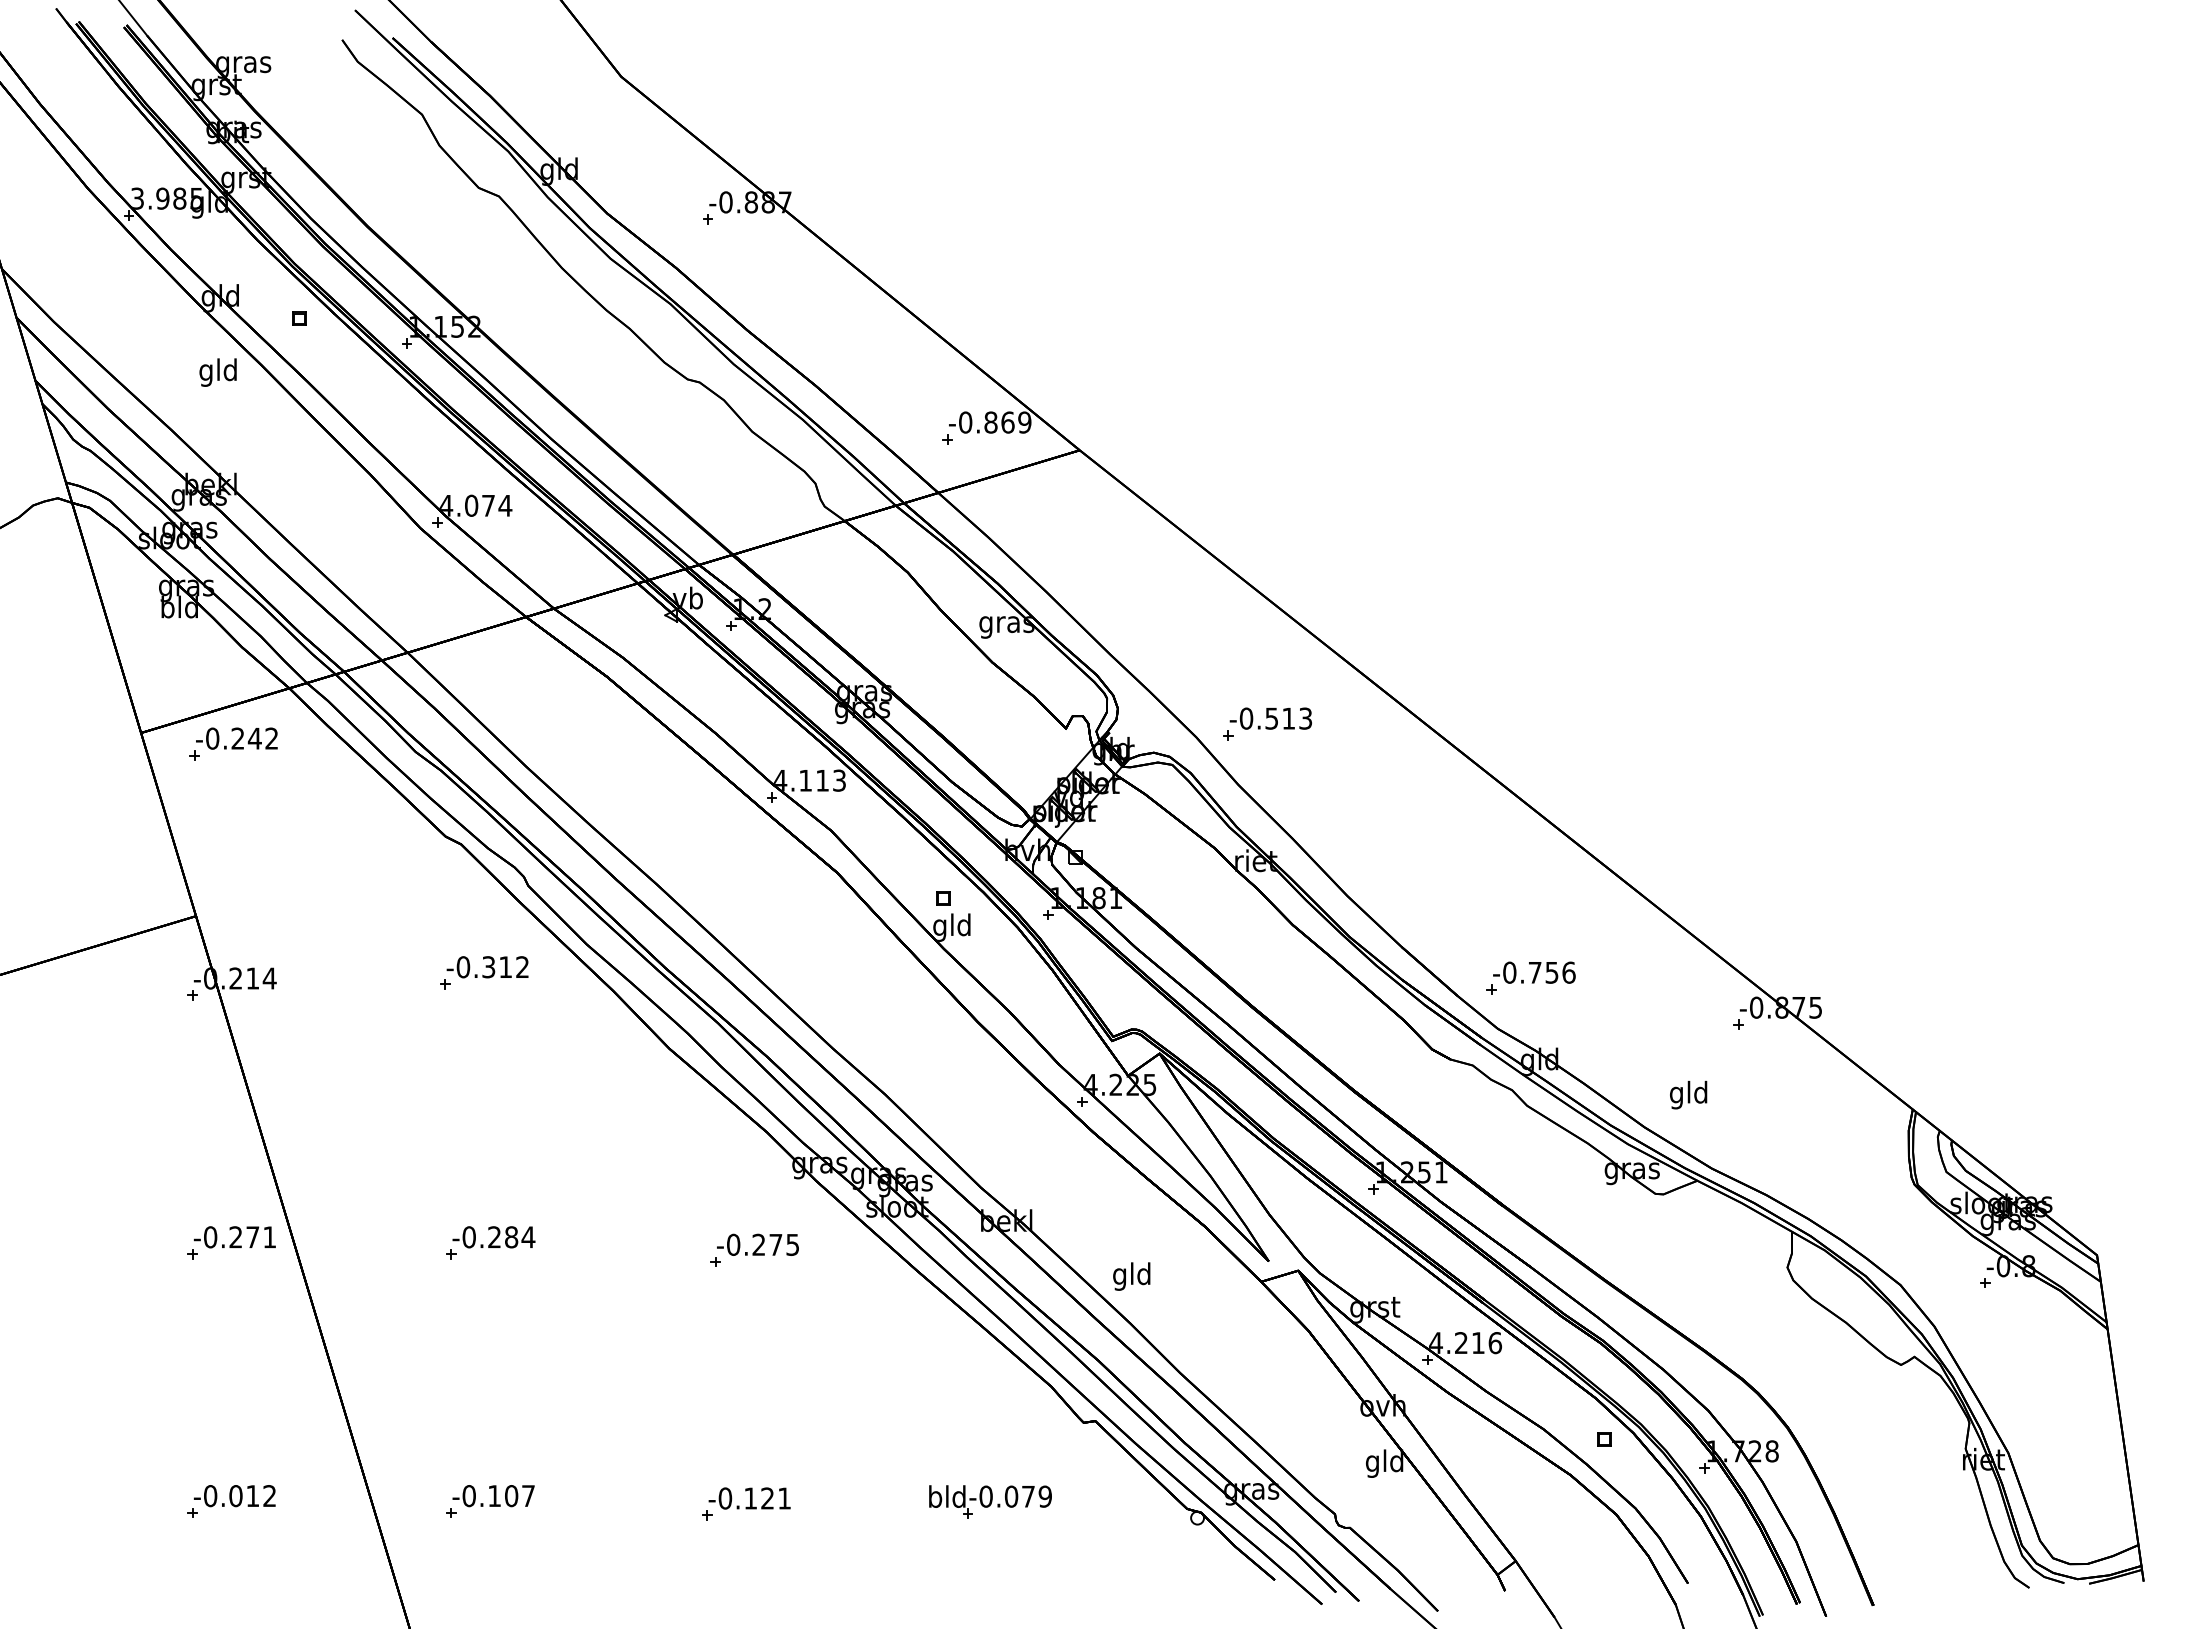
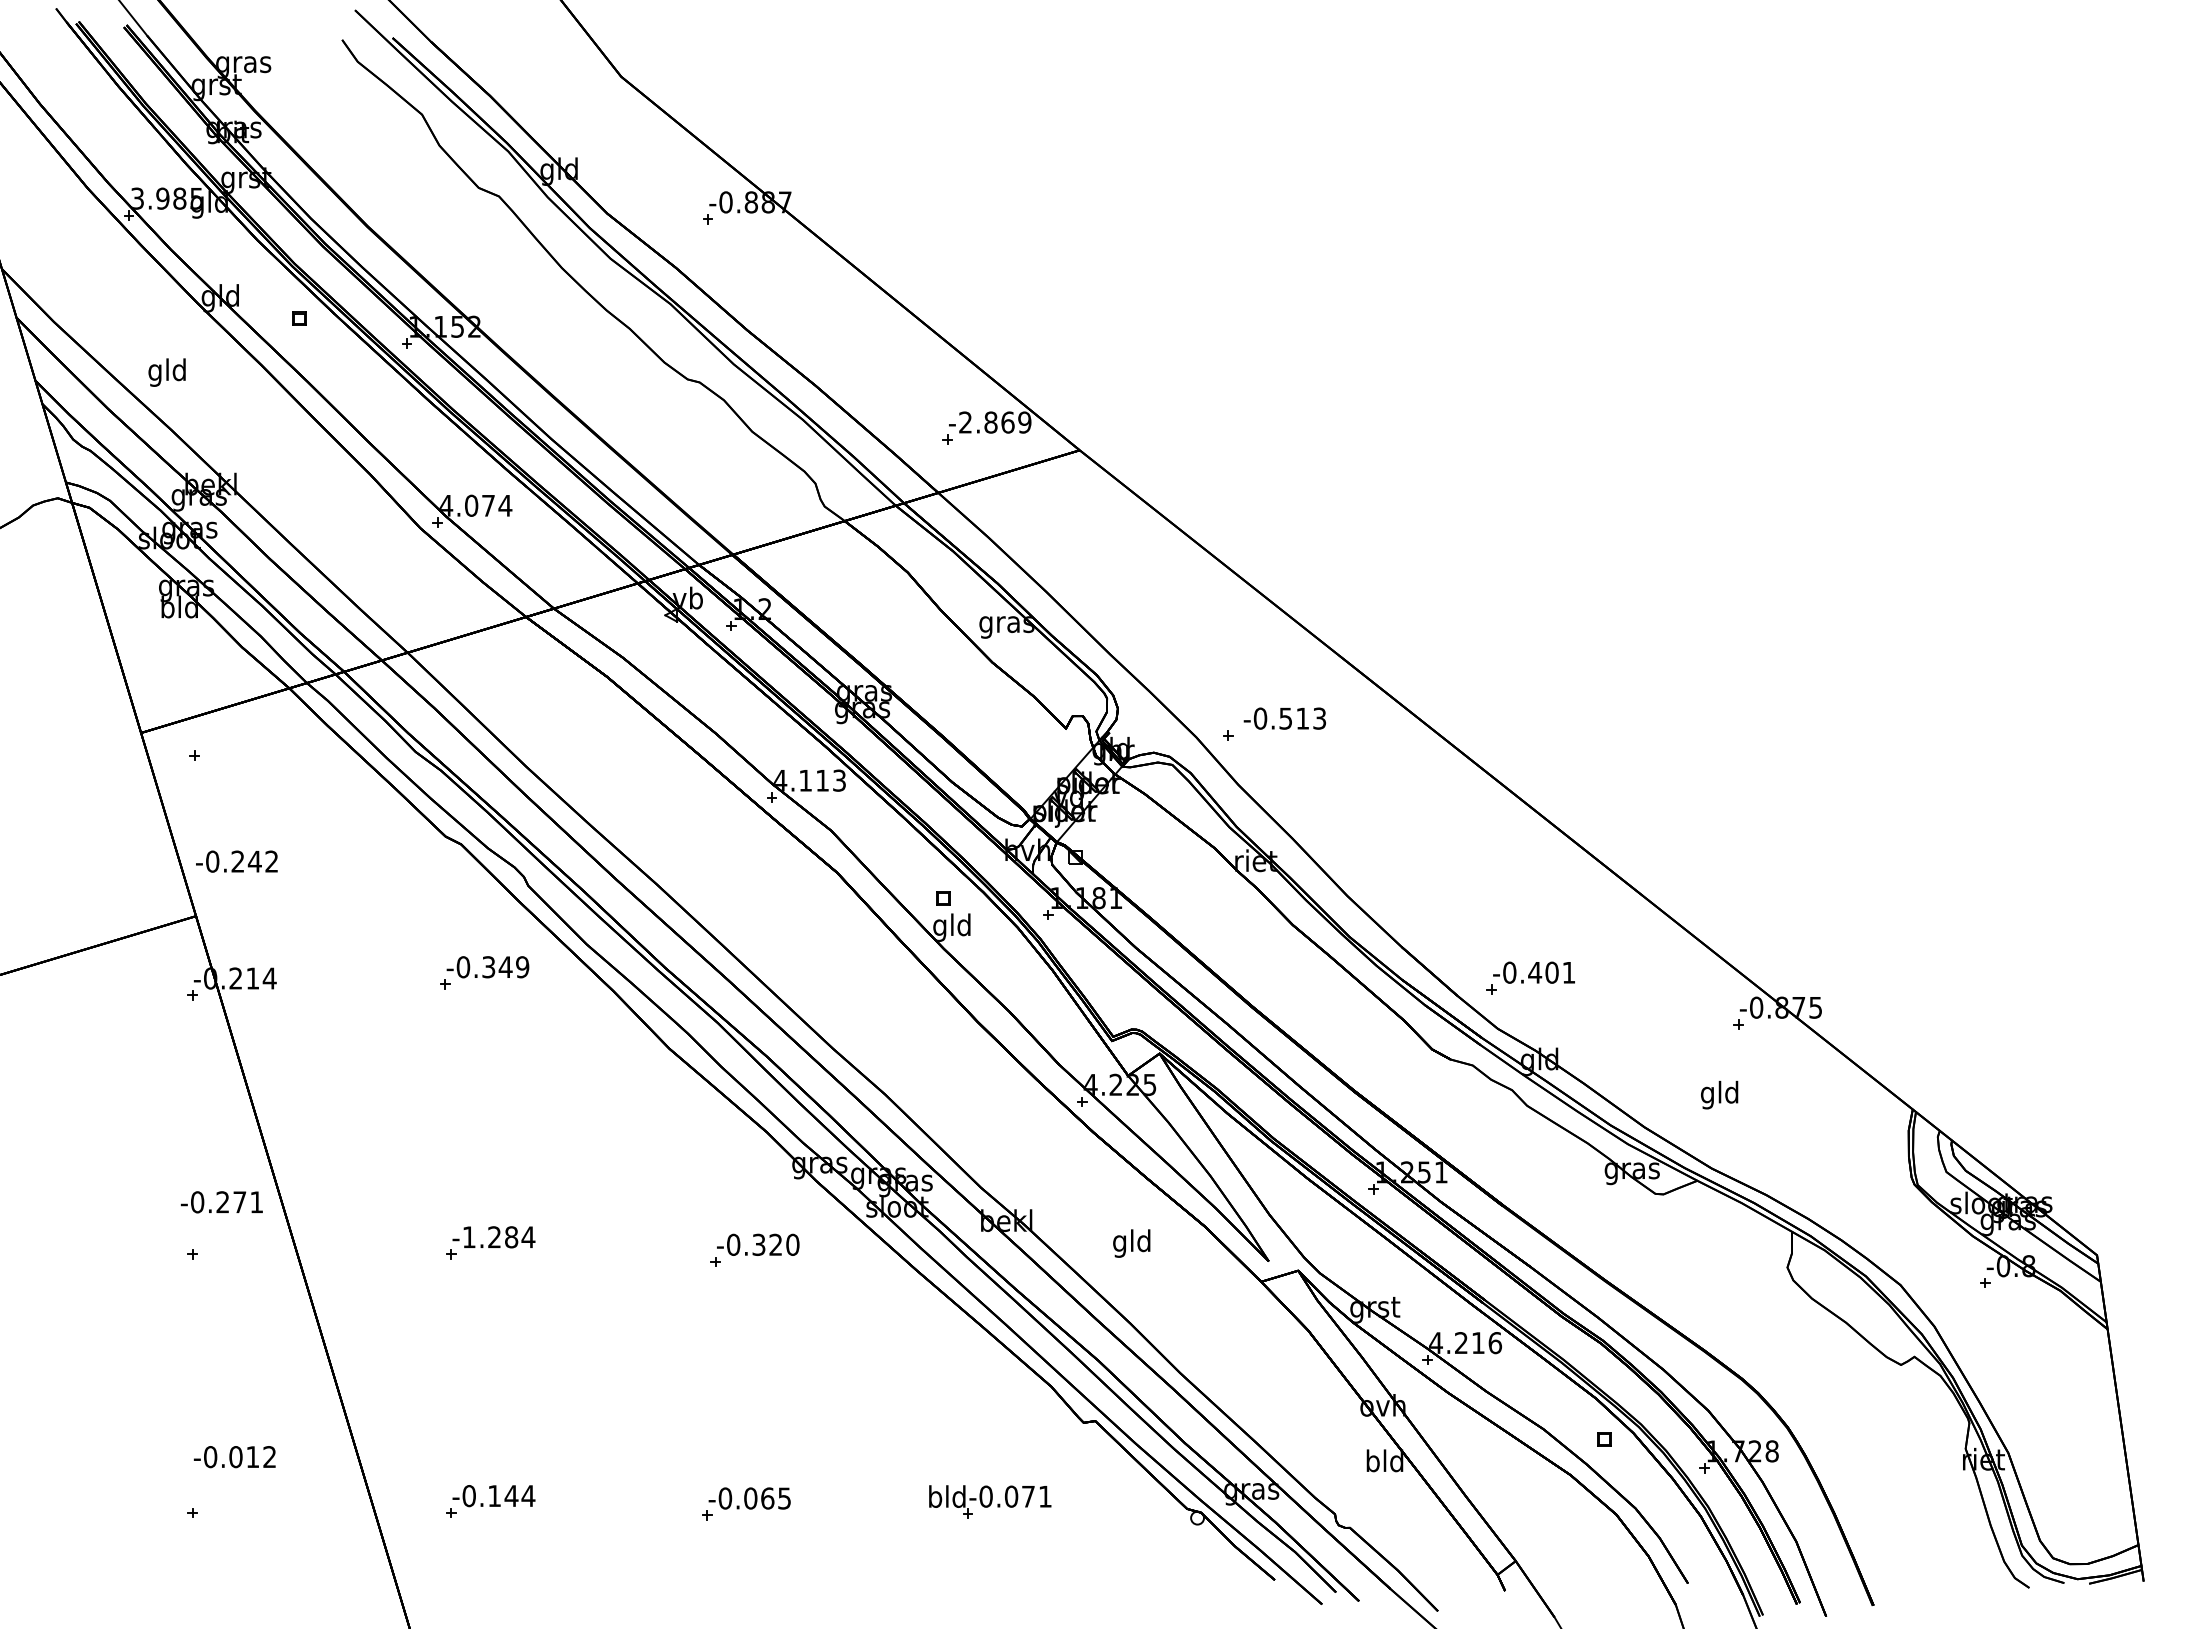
text at (217, 372) position: (217, 372) -> (166, 372)
text at (965, 422): -0.869 -> -2.869
text at (1270, 718) position: (1270, 718) -> (1284, 718)
text at (236, 738) position: (236, 738) -> (236, 861)
text at (513, 967): -0.312 -> -0.349
text at (1551, 972): -0.756 -> -0.401
text at (1688, 1094) position: (1688, 1094) -> (1719, 1094)
text at (234, 1237) position: (234, 1237) -> (221, 1202)
text at (468, 1237): -0.284 -> -1.284
text at (775, 1244): -0.275 -> -0.320
text at (1131, 1276) position: (1131, 1276) -> (1131, 1243)
text at (1372, 1463): gld -> bld
text at (234, 1496) position: (234, 1496) -> (234, 1457)
text at (519, 1496): -0.107 -> -0.144
text at (1044, 1496): -0.079 -> -0.071
text at (767, 1498): -0.121 -> -0.065
